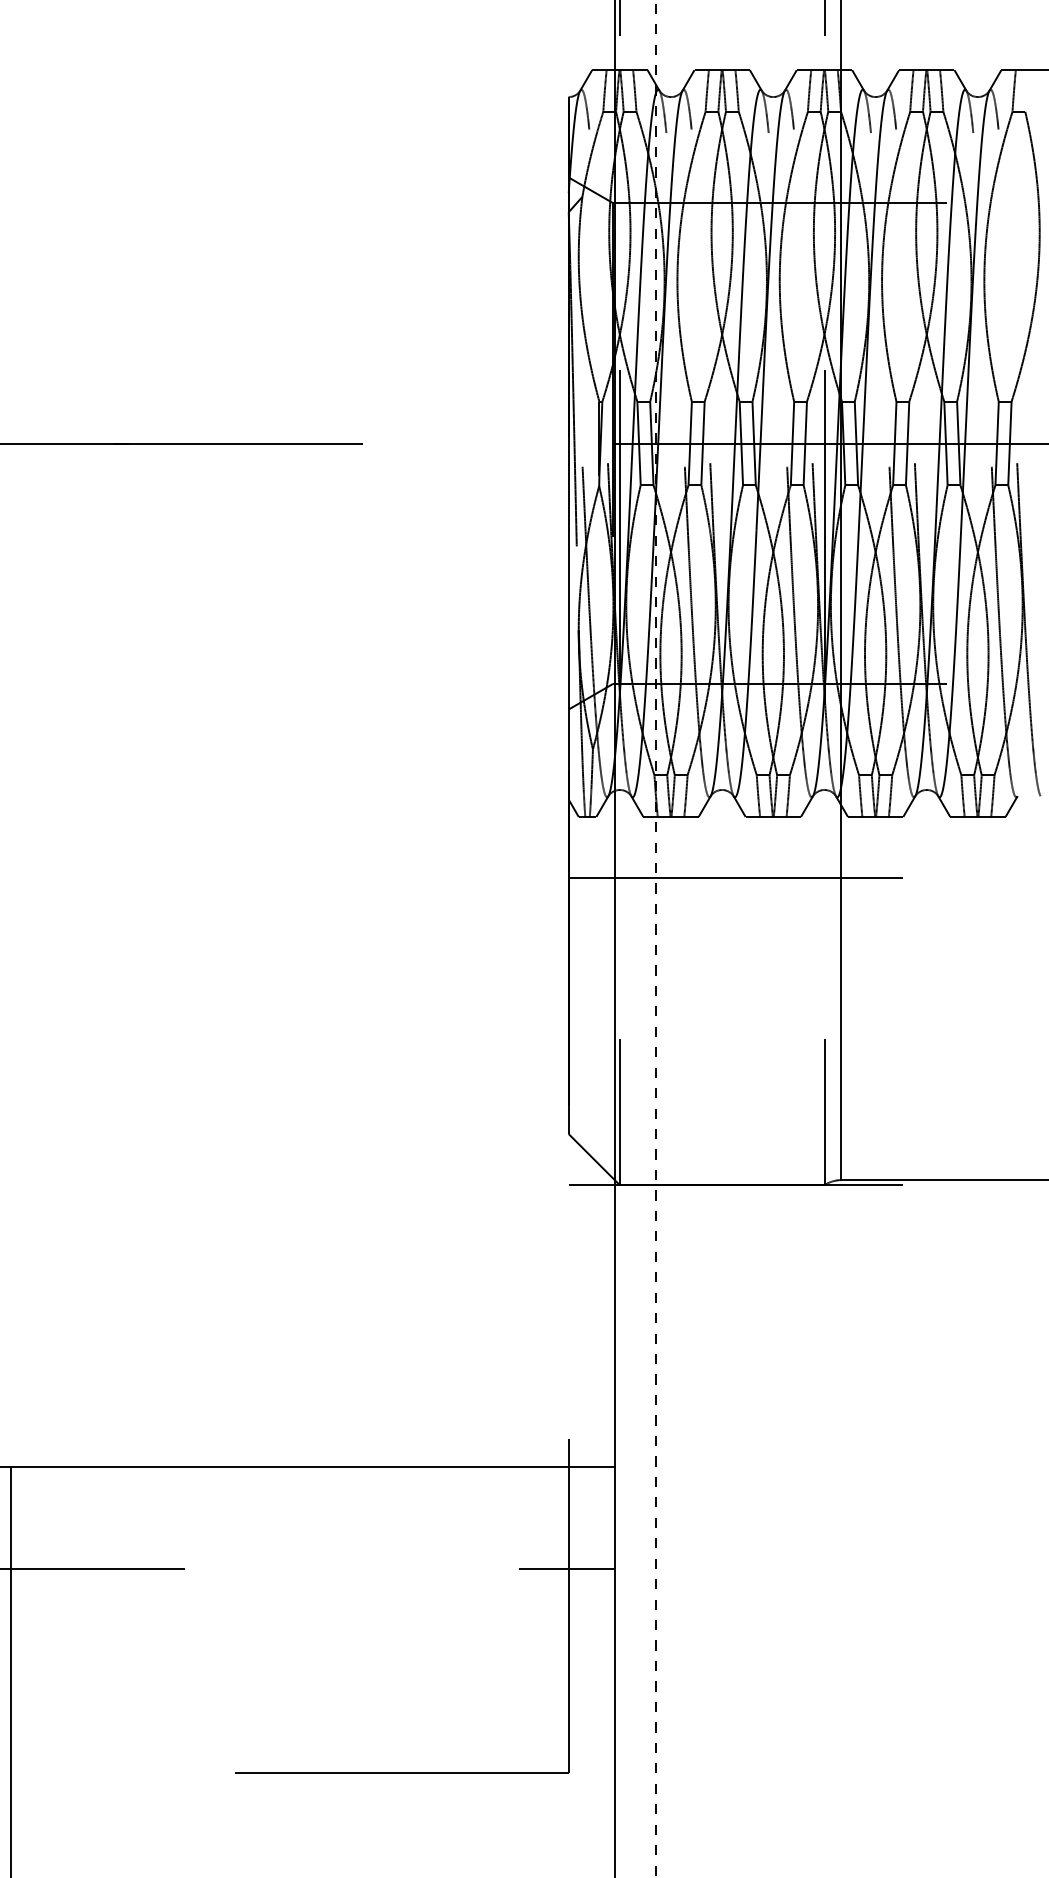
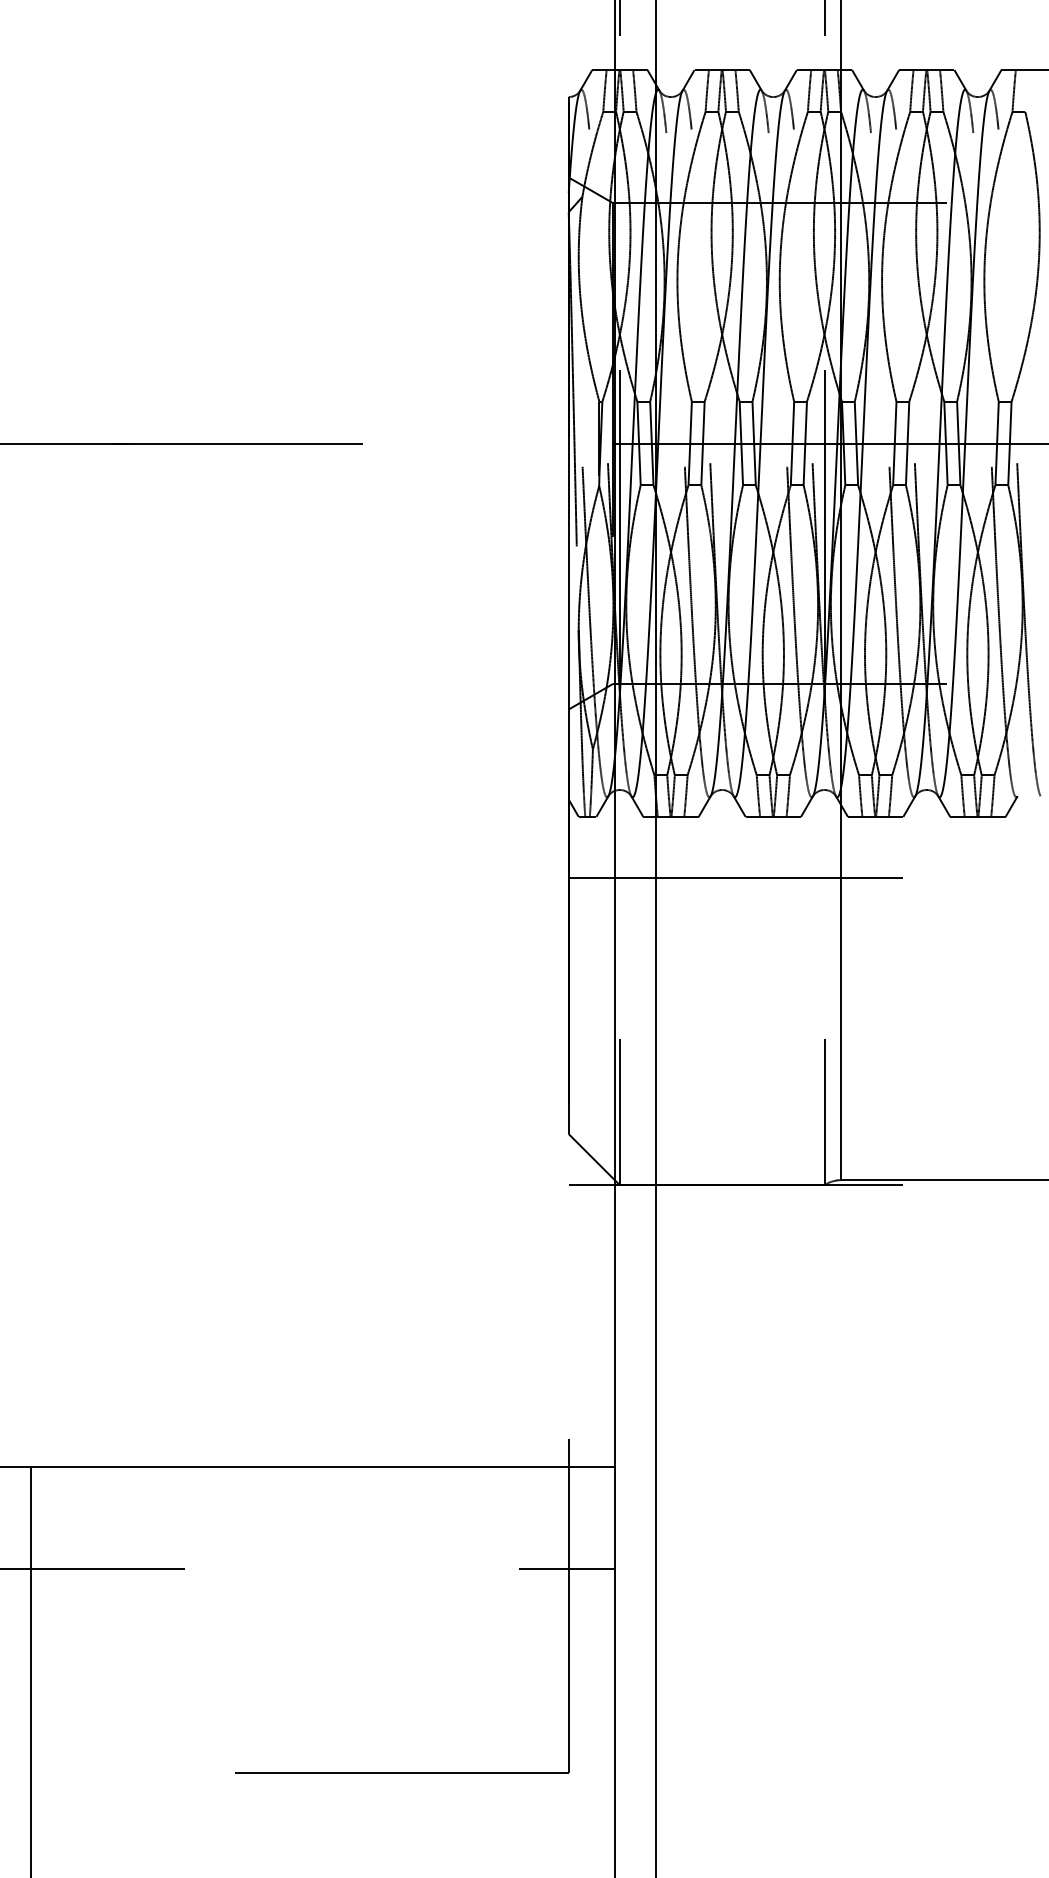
line at (655, 939): dashed -> solid
line at (11, 1670) position: (11, 1670) -> (31, 1670)
